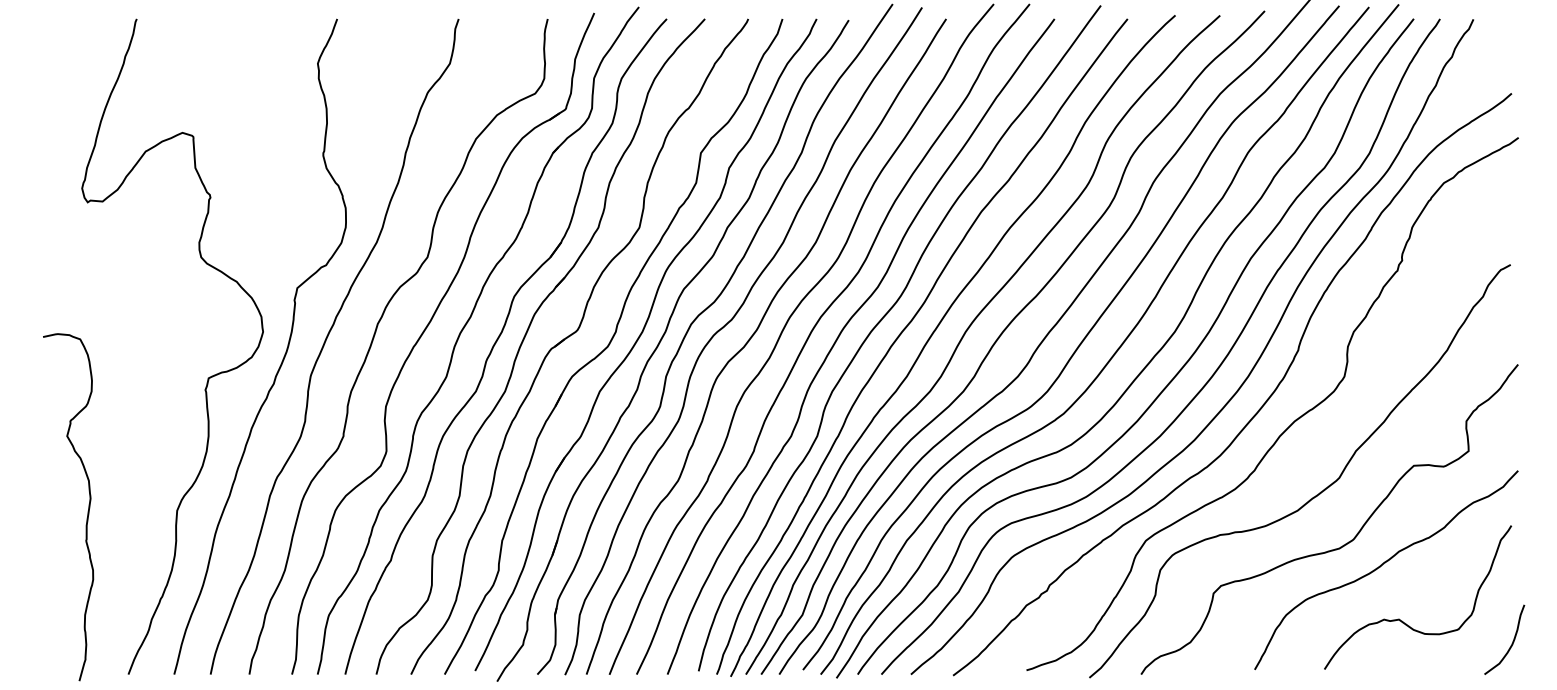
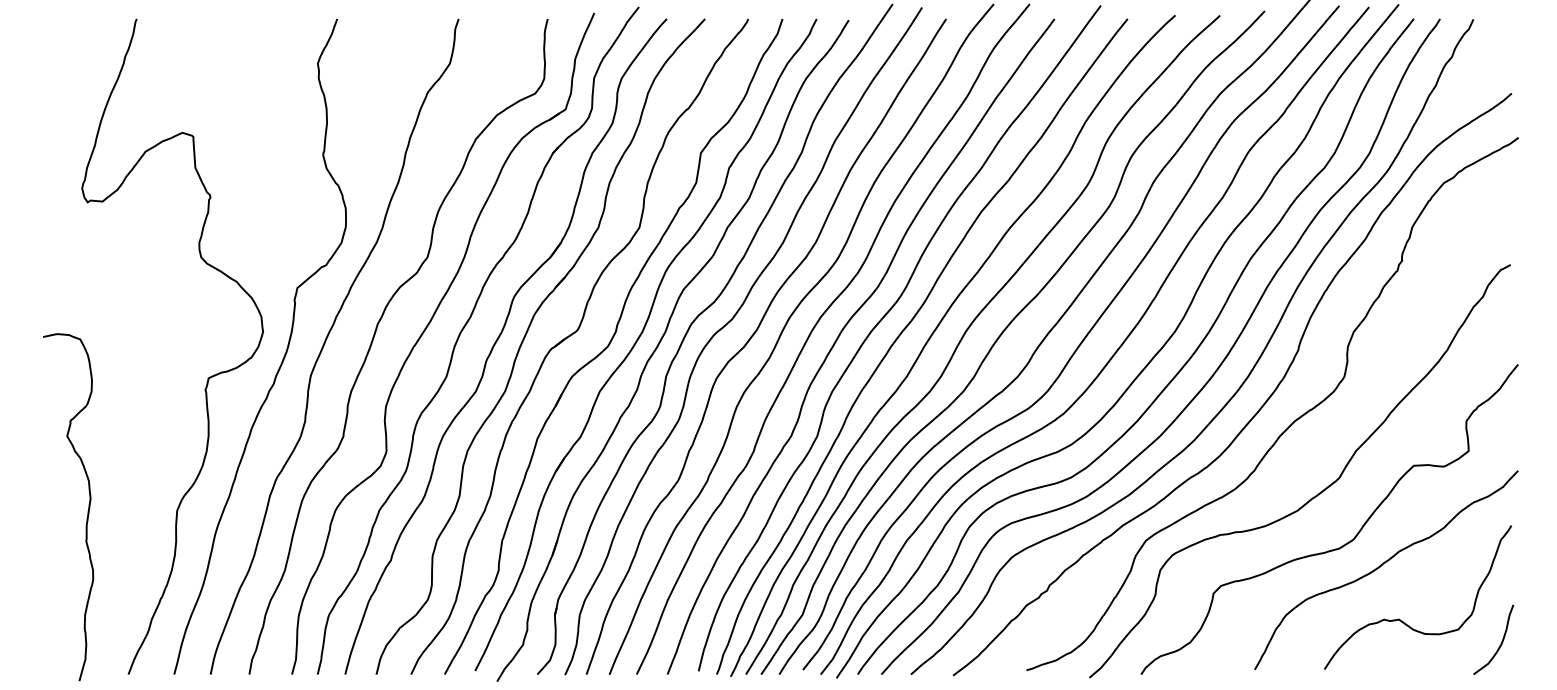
curve at (1511, 643) position: (1511, 643) -> (1500, 643)
